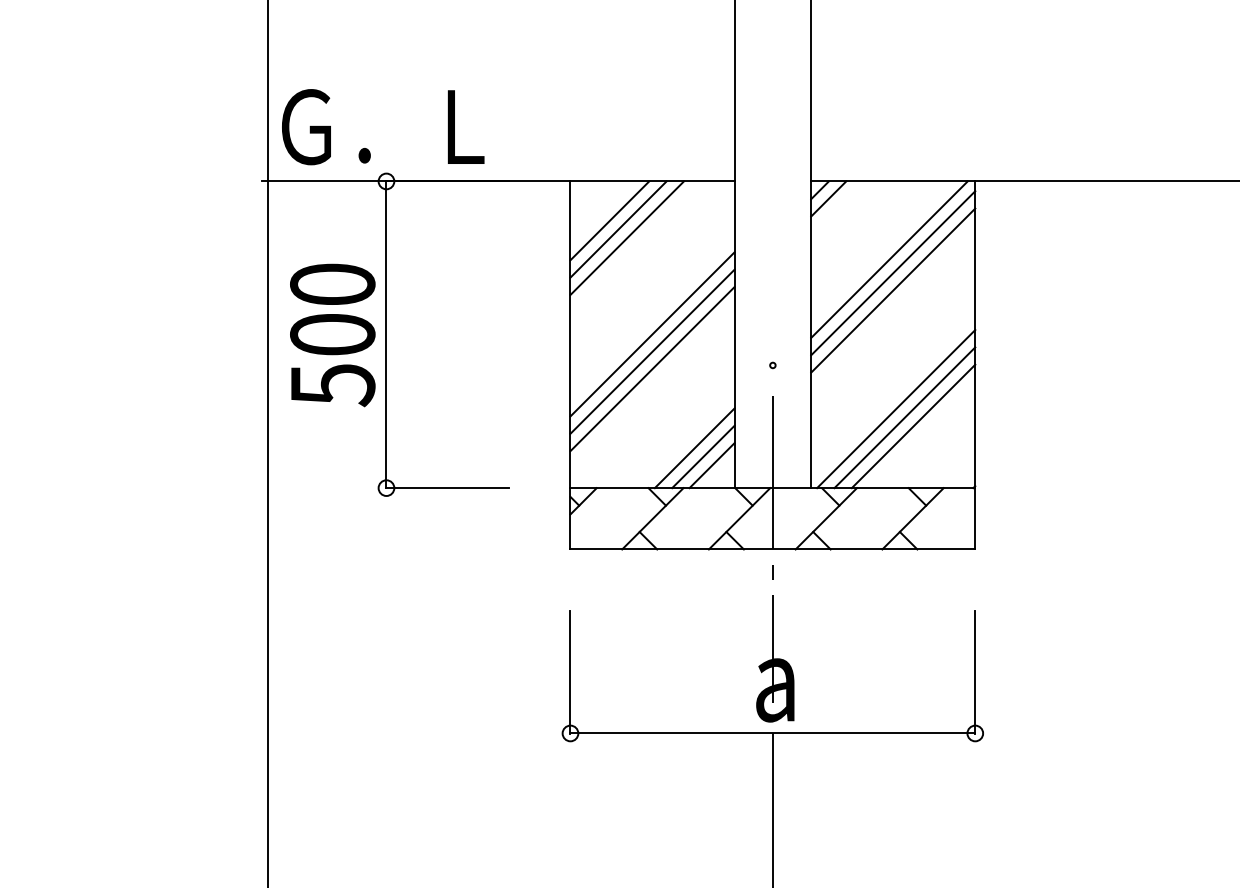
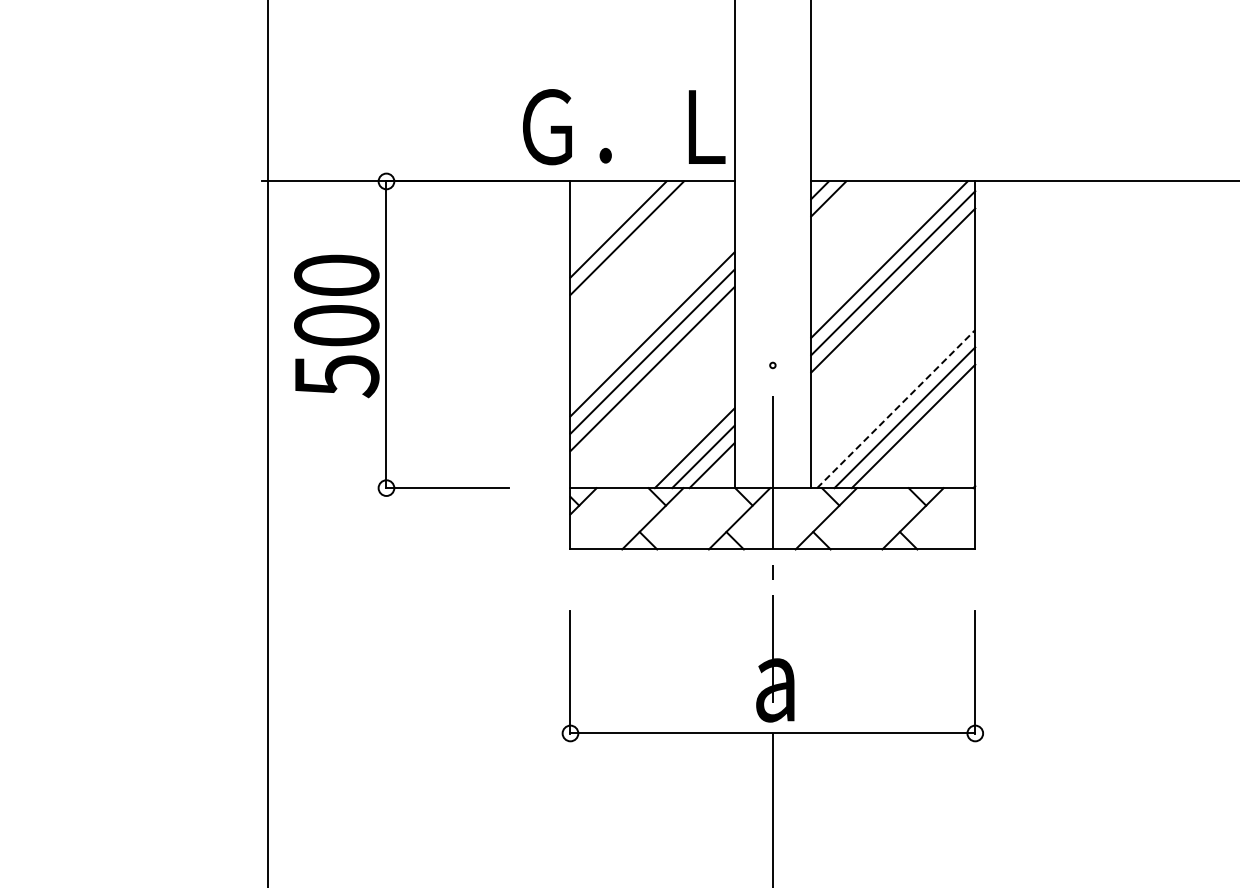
text at (383, 127) position: (383, 127) -> (624, 127)
line at (609, 220): present -> none
text at (332, 335) position: (332, 335) -> (336, 326)
line at (896, 409): solid -> dashed
